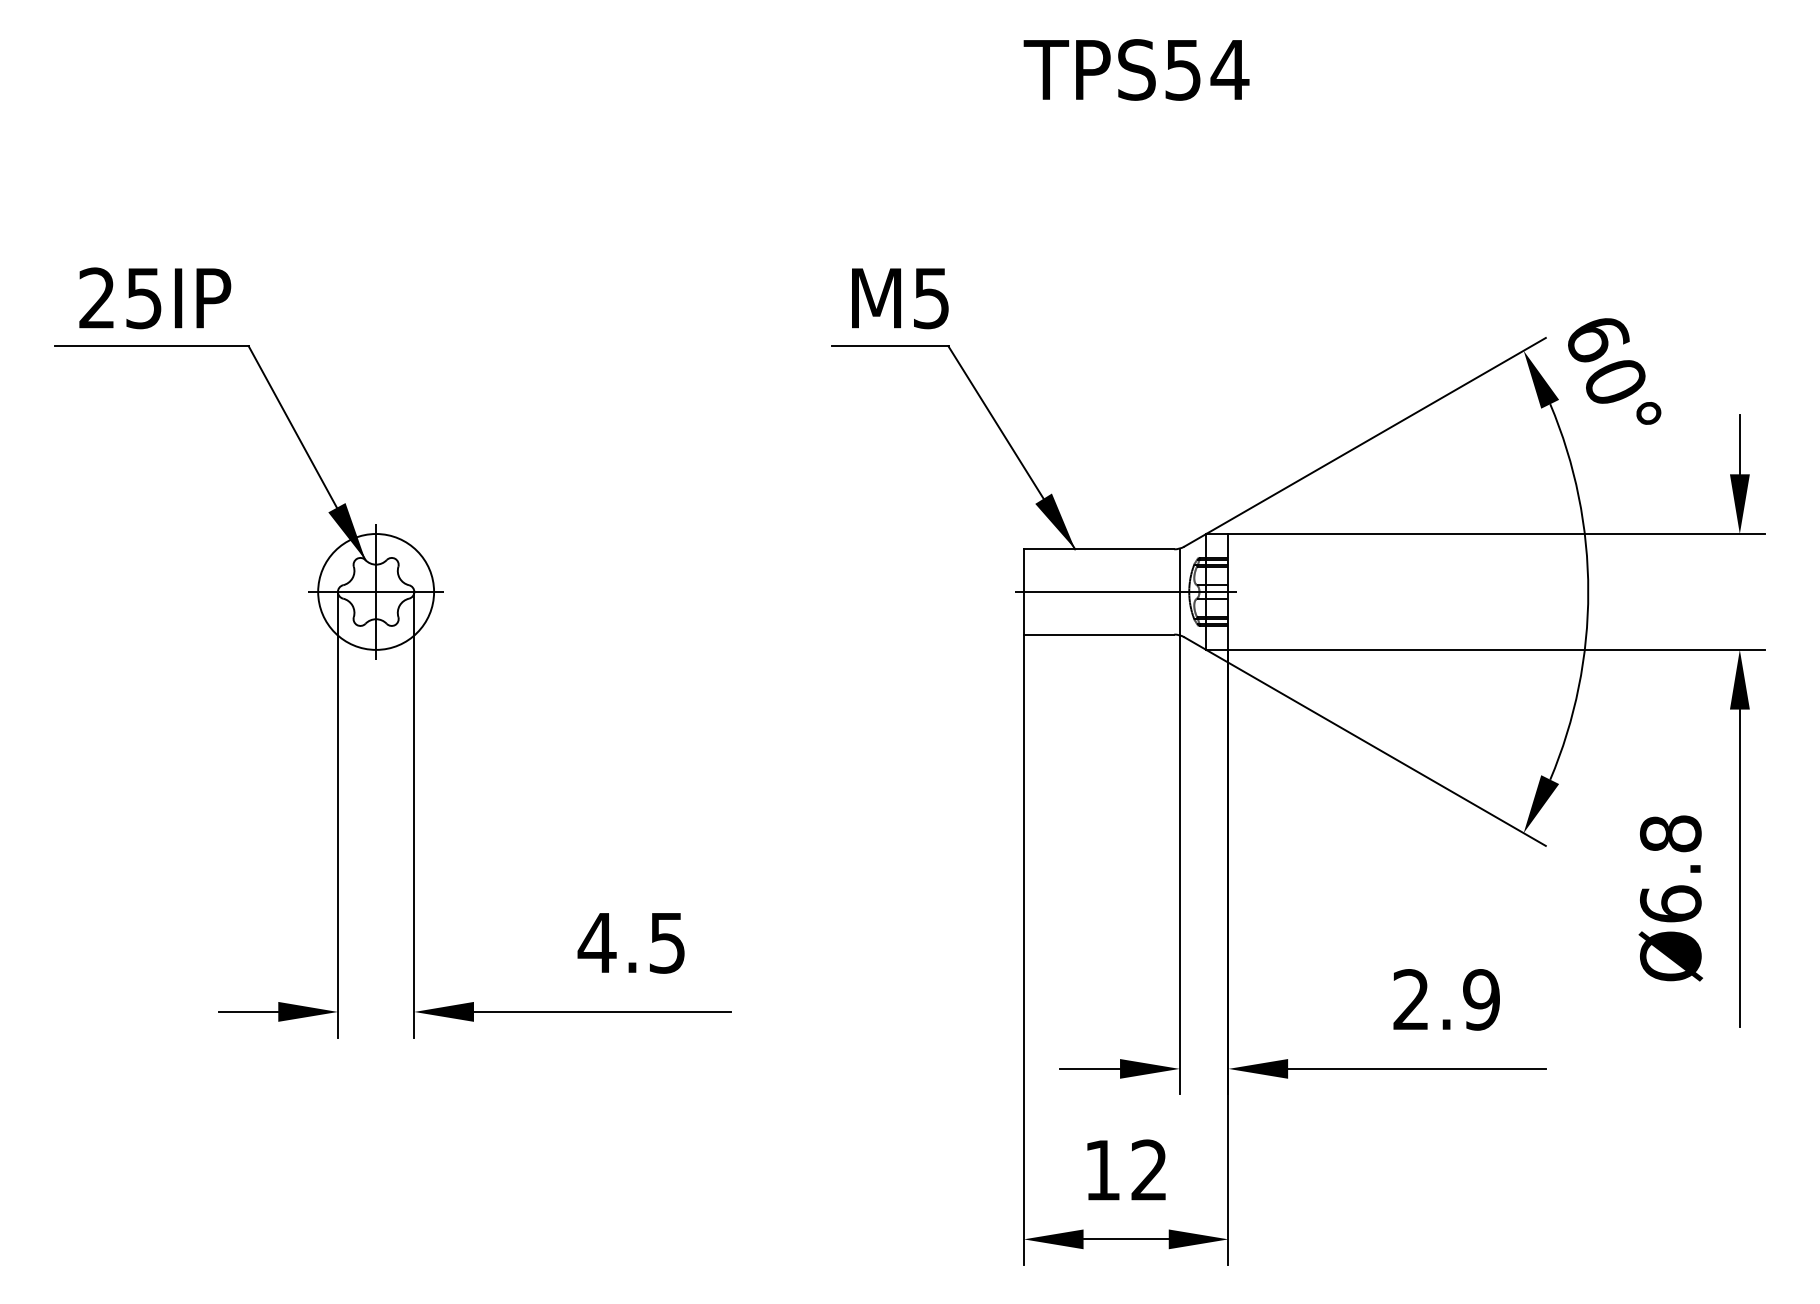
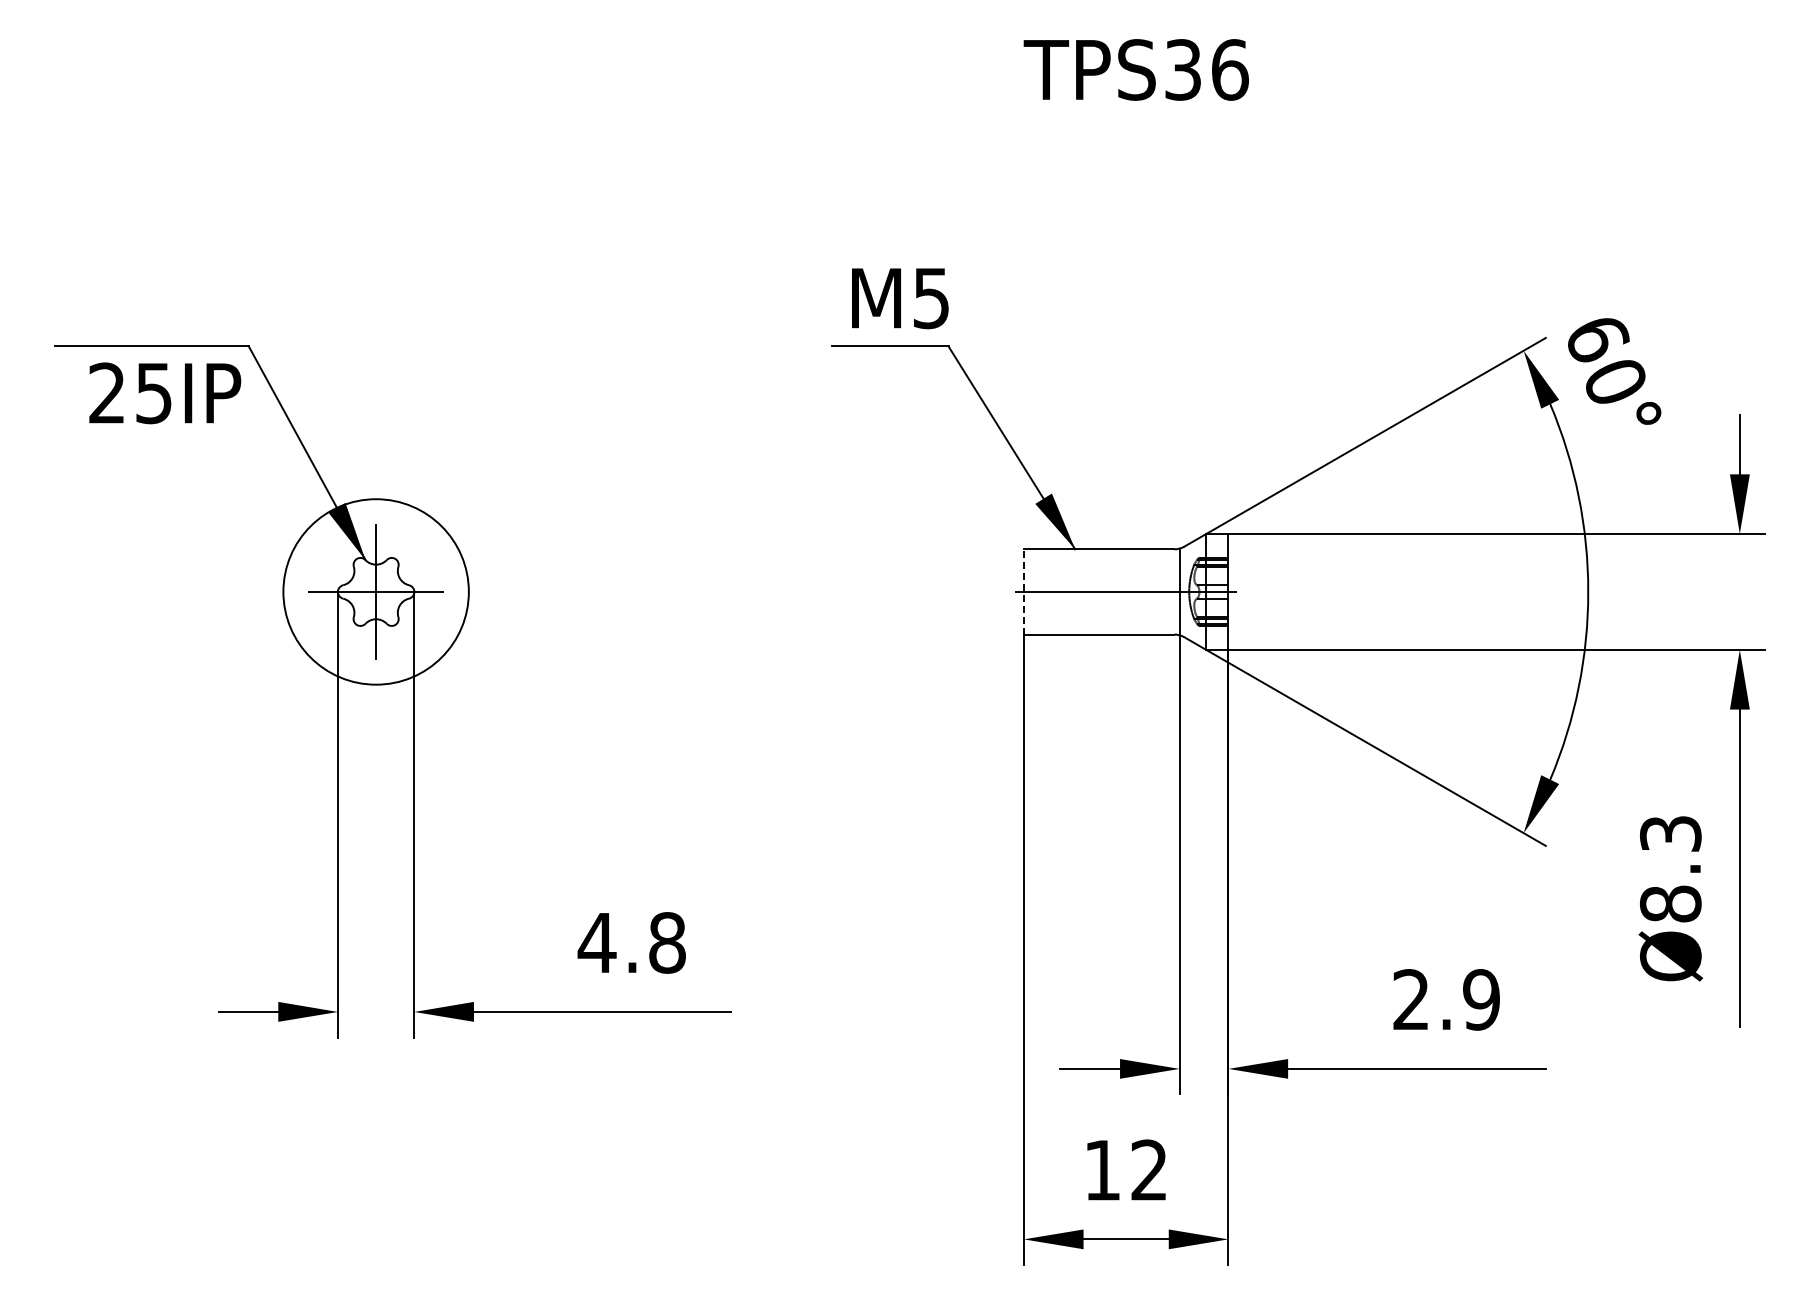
text at (1207, 69): TPS54 -> TPS36
text at (155, 298) position: (155, 298) -> (165, 393)
circle at (376, 591) diameter: 116 px -> 185 px
line at (1023, 591): solid -> dashed
text at (1670, 868): Ø6.8 -> Ø8.3
text at (667, 942): 4.5 -> 4.8
